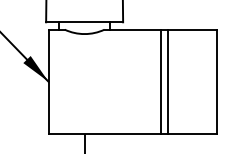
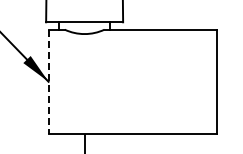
line at (161, 81): present -> none
line at (167, 81): present -> none
line at (48, 82): solid -> dashed
